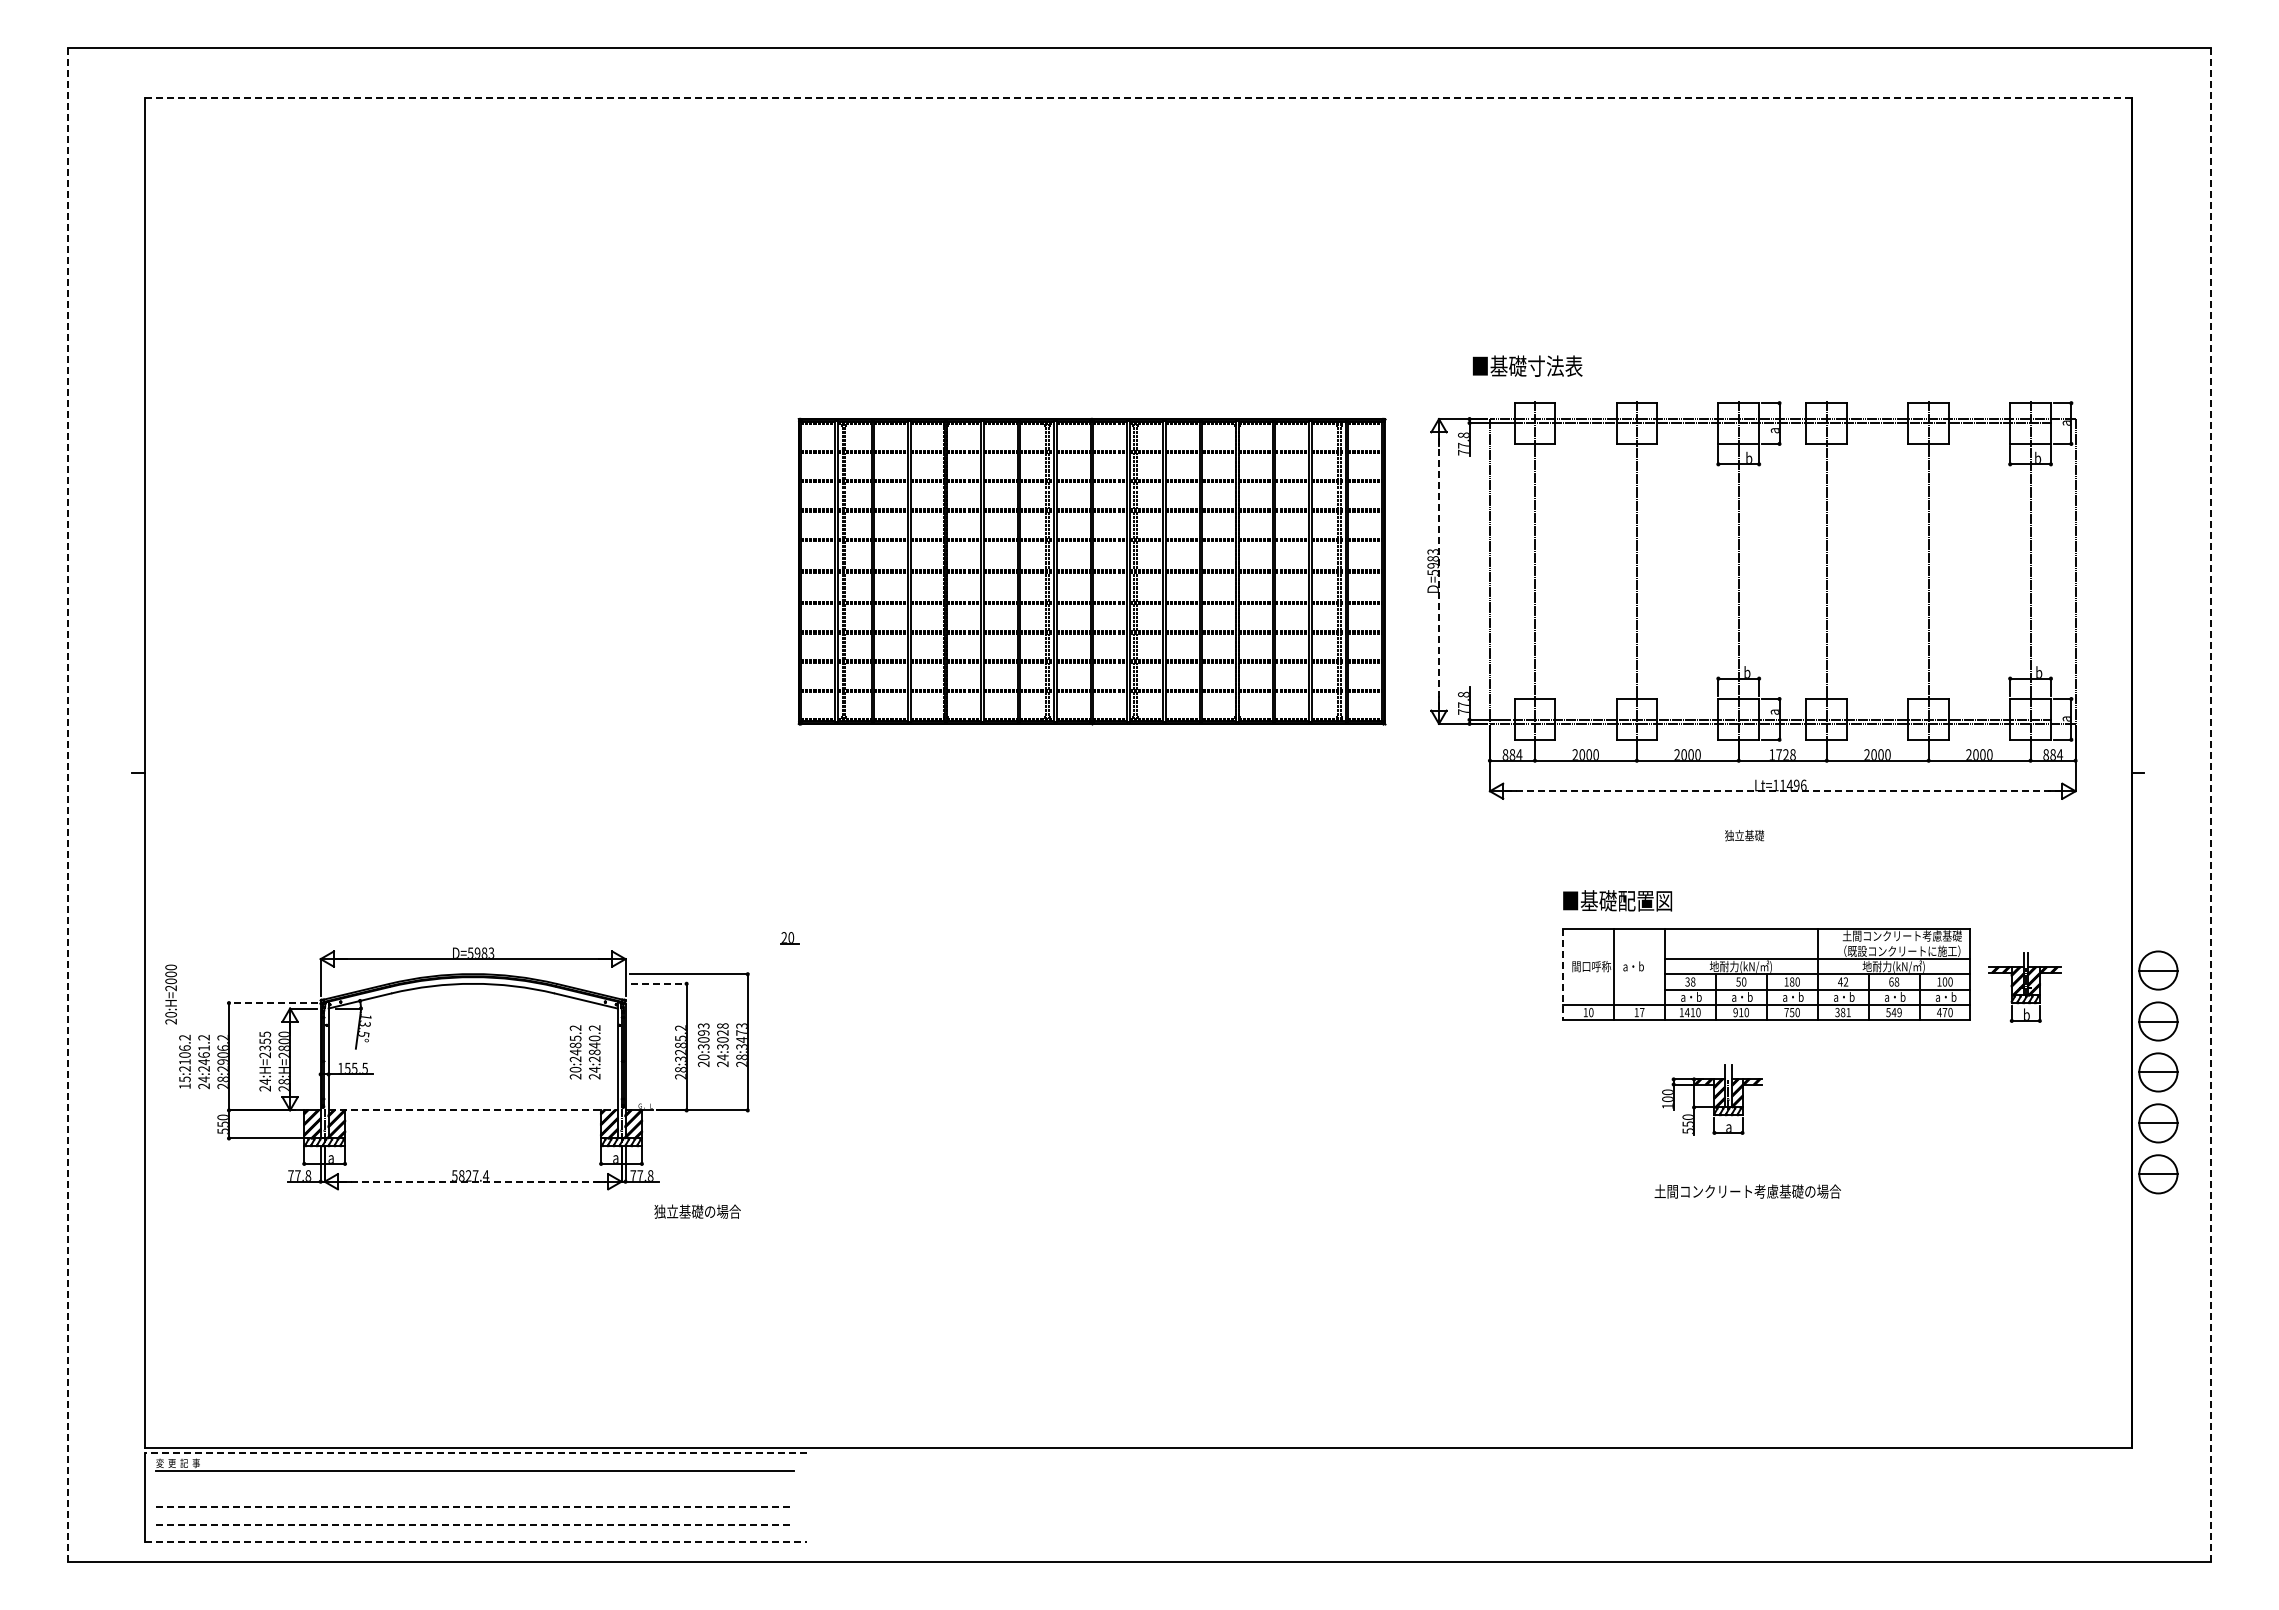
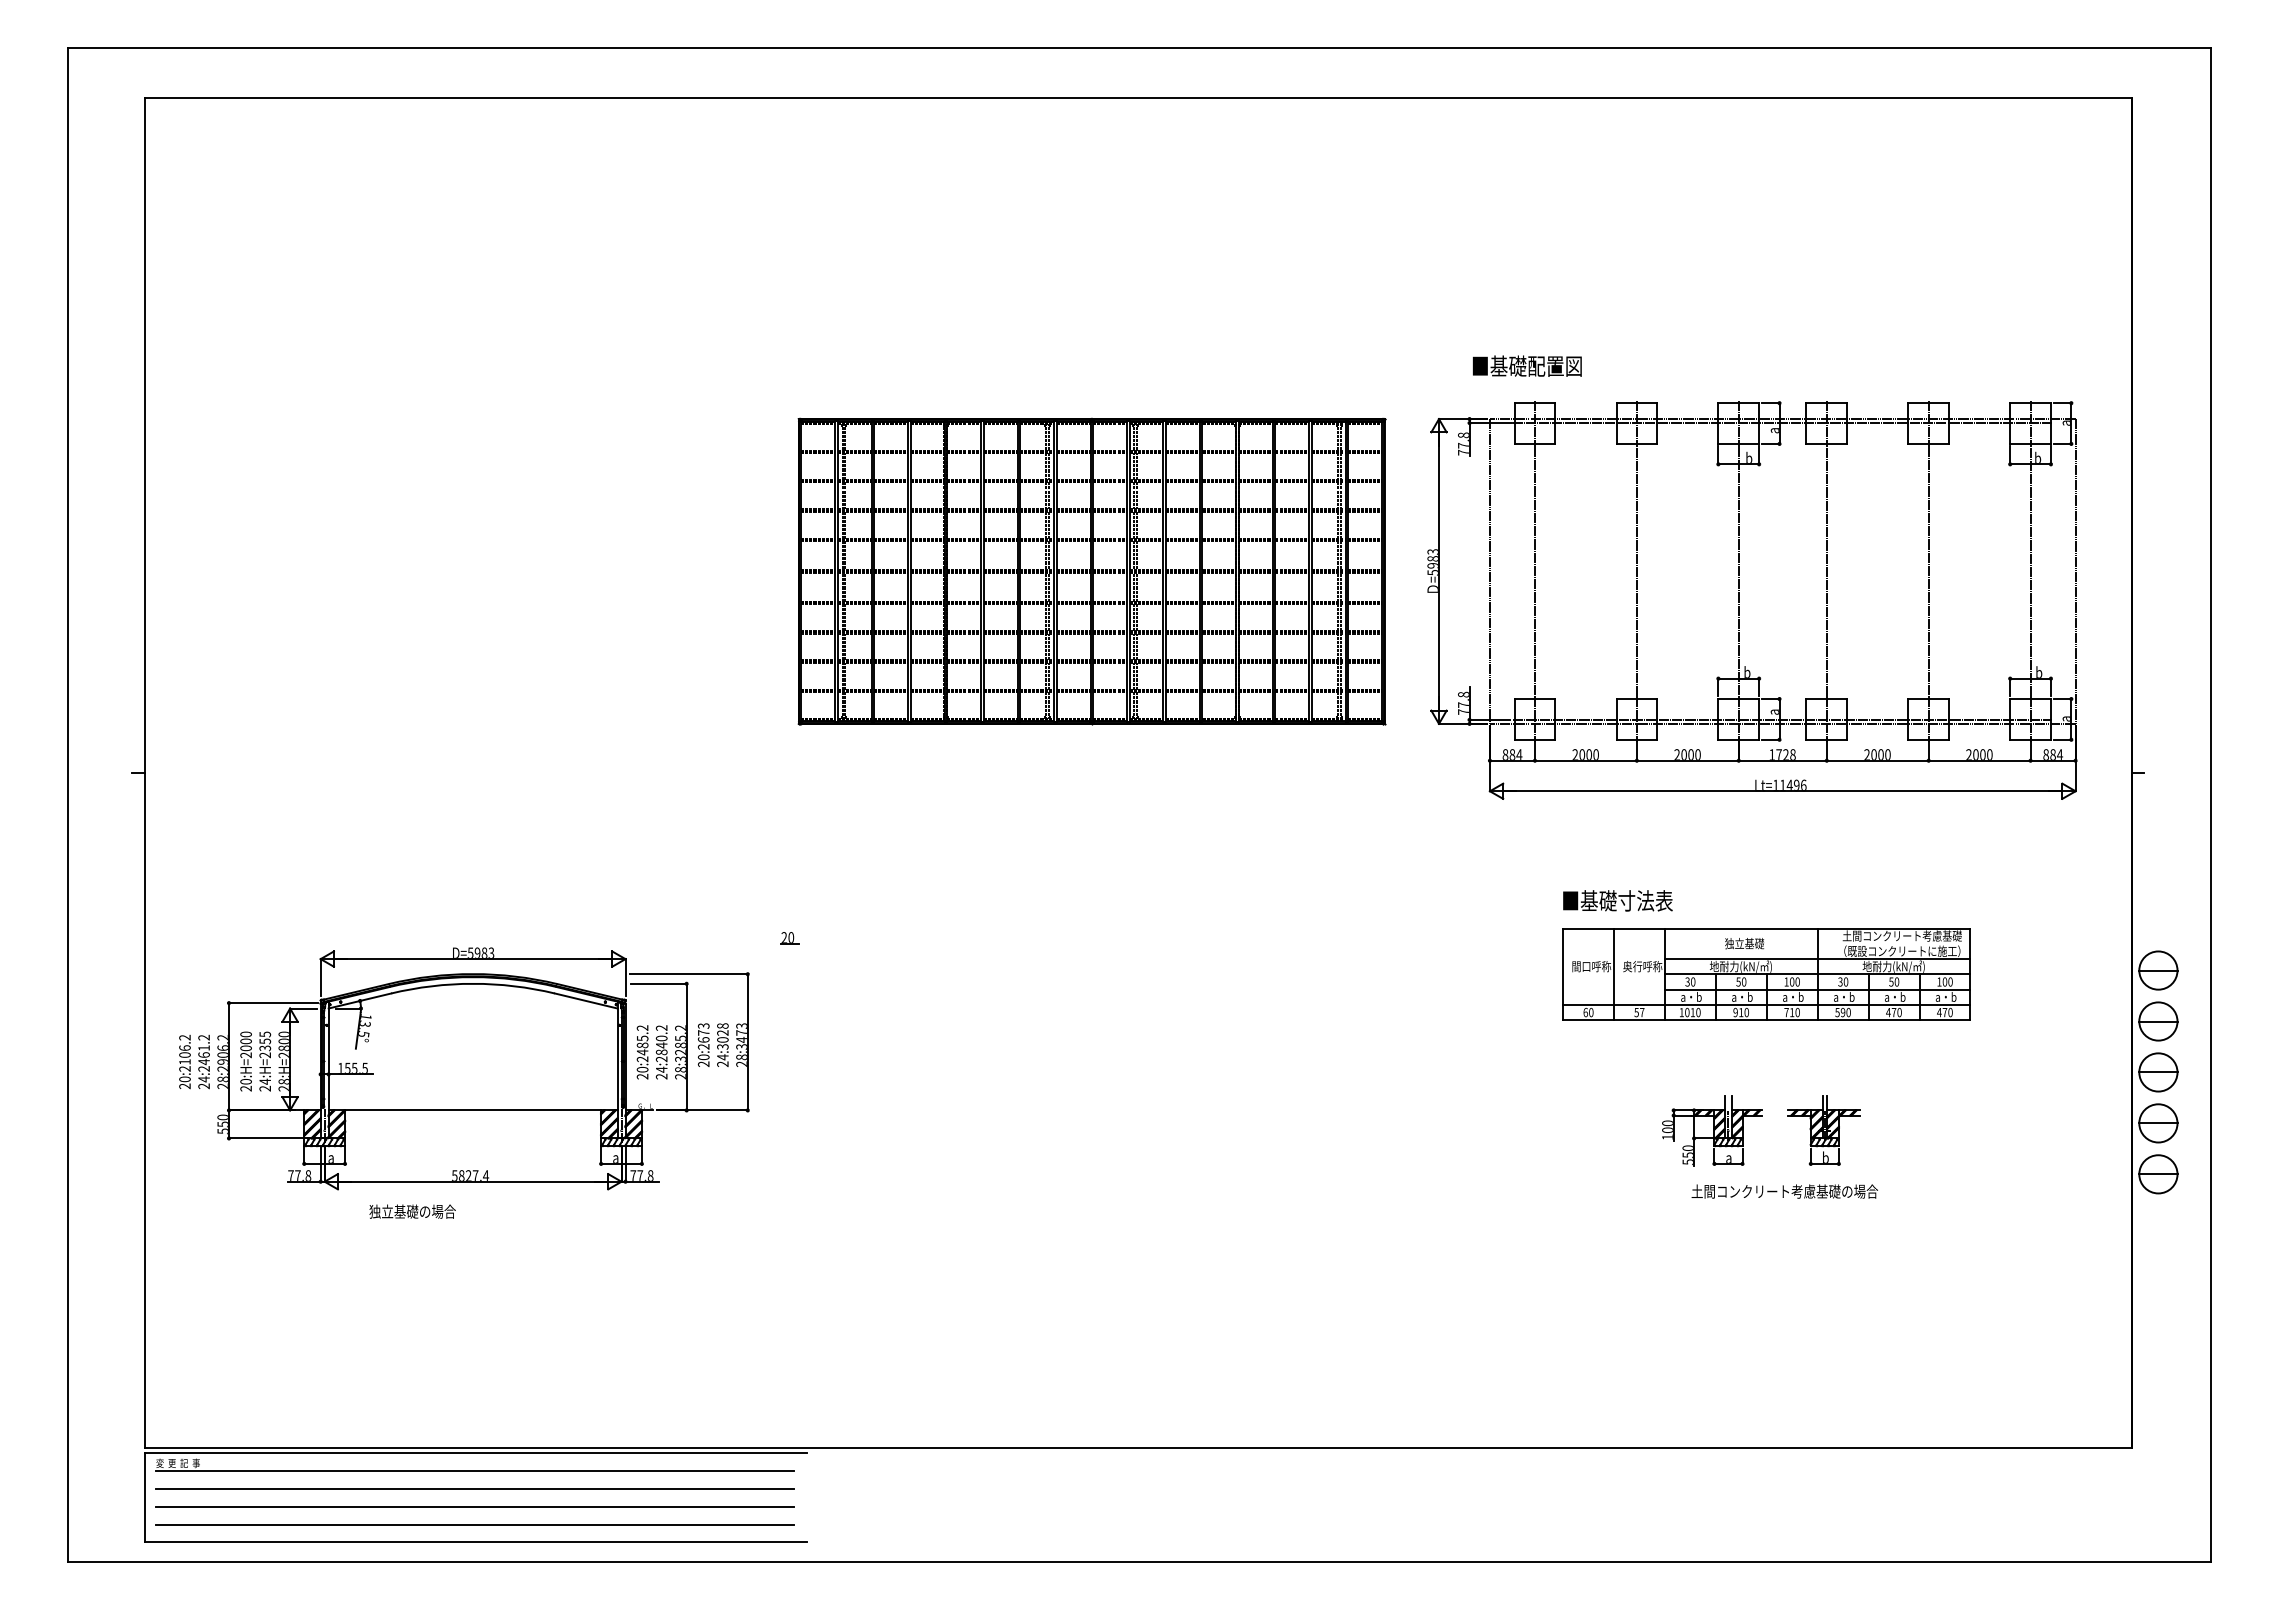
line at (1137, 98): dashed -> solid
text at (1555, 365): ■基礎寸法表 -> ■基礎配置図
line at (1439, 570): dashed -> solid
line at (1782, 791): dashed -> solid
line at (68, 805): dashed -> solid
line at (2210, 805): dashed -> solid
text at (1744, 835) position: (1744, 835) -> (1744, 943)
text at (1645, 900): ■基礎配置図 -> ■基礎寸法表
text at (1642, 966): a・b -> 奥行呼称
line at (1562, 974): dashed -> solid
text at (1843, 981): 42 -> 30
text at (1894, 981): 68 -> 50
text at (1693, 982): 38 -> 30
text at (1792, 982): 180 -> 100
line at (659, 983): dashed -> solid
part at (2024, 987) position: (2024, 987) -> (1823, 1130)
text at (170, 994) position: (170, 994) -> (245, 1061)
line at (272, 1003): dashed -> solid
text at (1585, 1012): 10 -> 60
text at (1636, 1012): 17 -> 57
text at (1686, 1012): 1410 -> 1010
text at (1792, 1012): 750 -> 710
text at (1842, 1012): 381 -> 590
text at (1893, 1012): 549 -> 470
text at (703, 1039): 20:3093 -> 20:2673
text at (584, 1052) position: (584, 1052) -> (651, 1052)
text at (184, 1082): 15:2106.2 -> 20:2106.2
part at (1712, 1099) position: (1712, 1099) -> (1712, 1130)
line at (473, 1110): dashed -> solid
line at (473, 1181): dashed -> solid
text at (1747, 1191) position: (1747, 1191) -> (1784, 1191)
text at (697, 1211) position: (697, 1211) -> (412, 1211)
line at (475, 1453): dashed -> solid
line at (474, 1488): none -> present
line at (475, 1506): dashed -> solid
line at (475, 1524): dashed -> solid
line at (476, 1542): dashed -> solid
